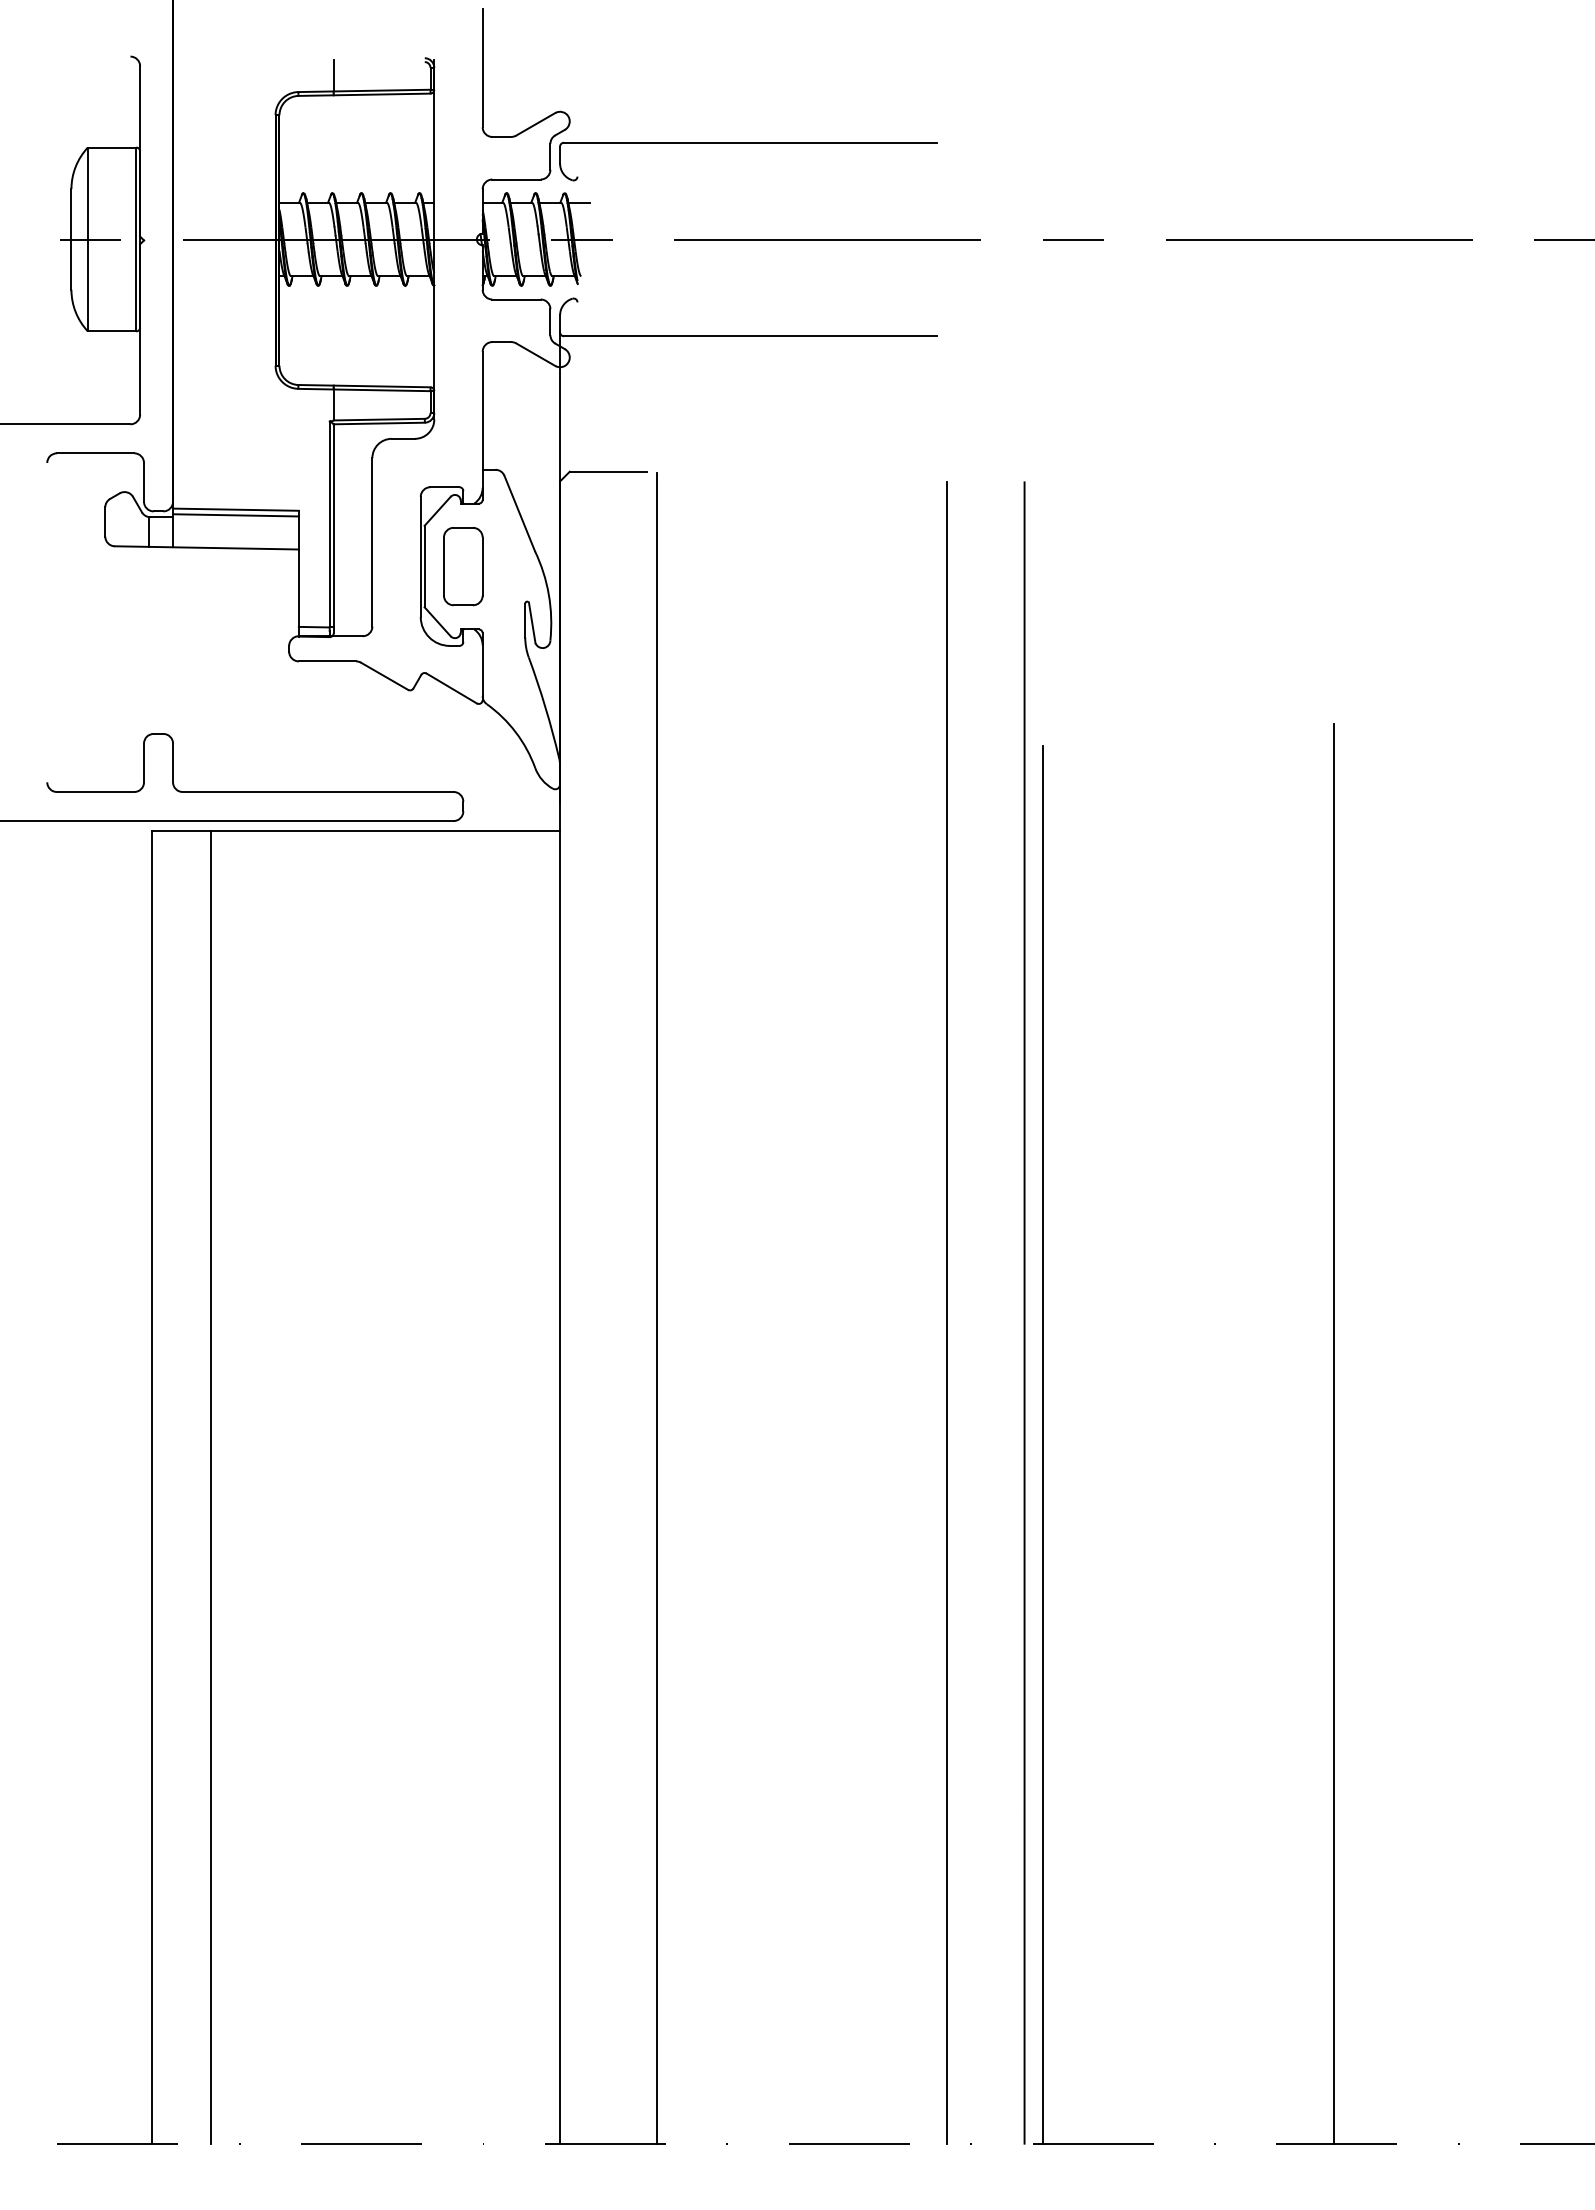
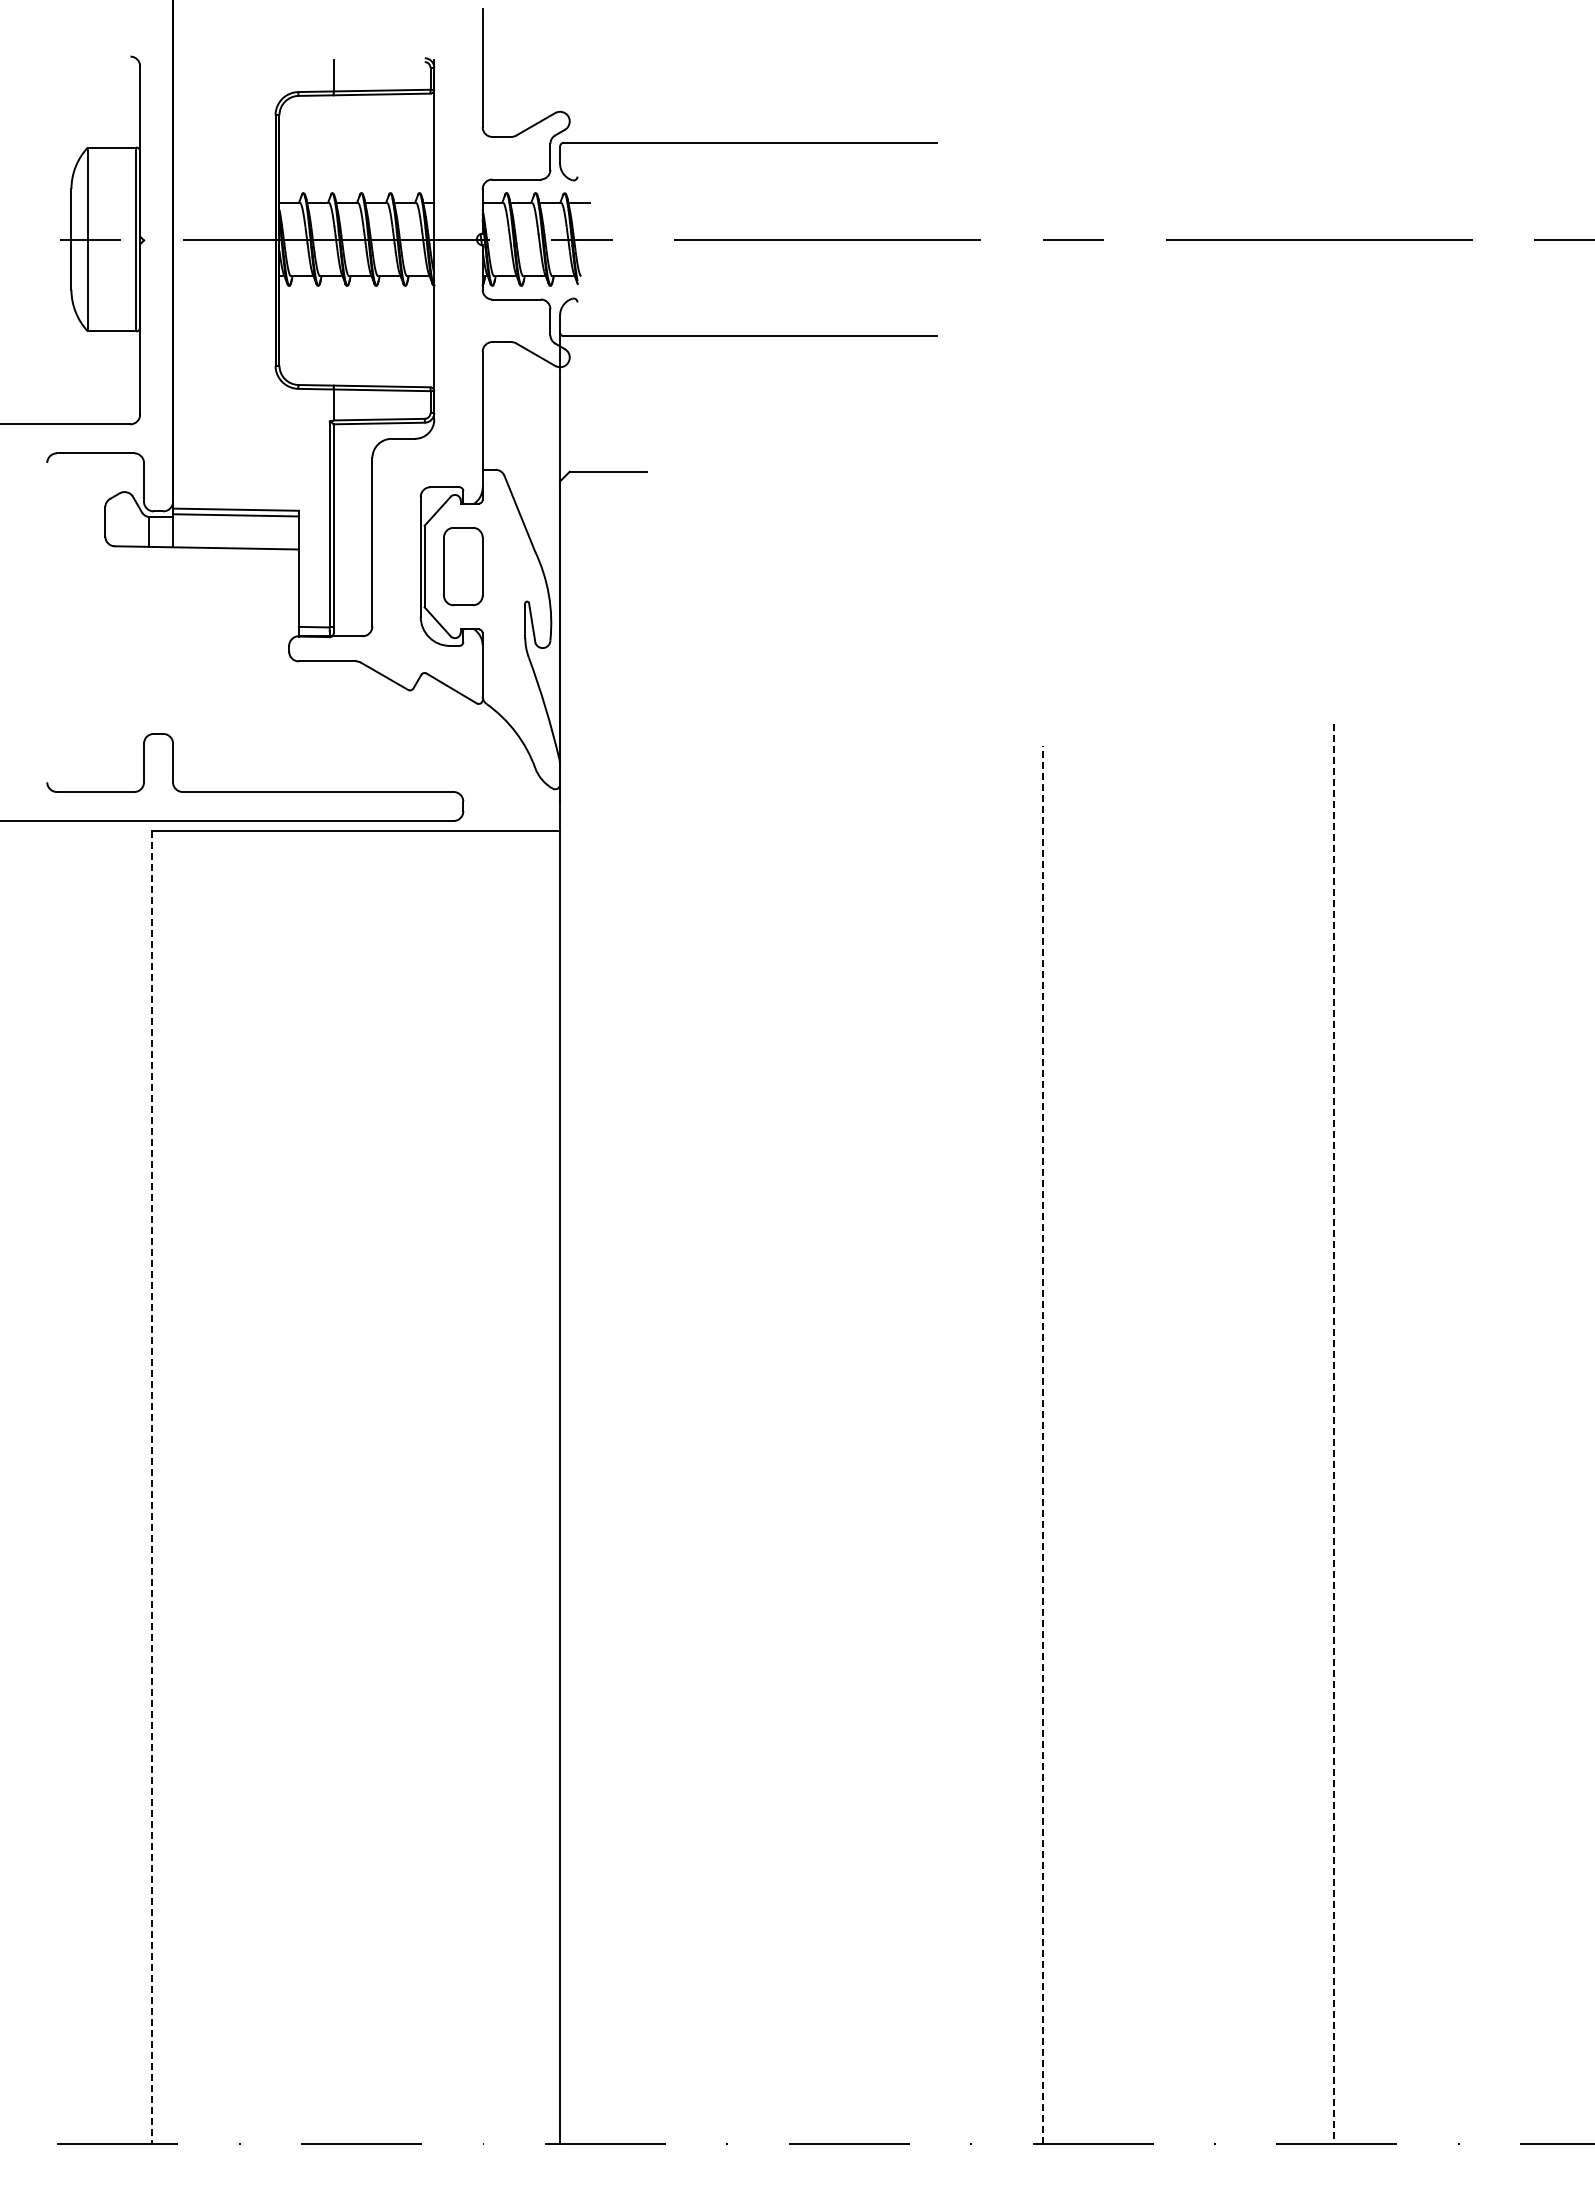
line at (656, 1307): present -> none
line at (947, 1312): present -> none
line at (1024, 1312): present -> none
line at (1334, 1433): solid -> dashed
line at (1043, 1444): solid -> dashed
line at (210, 1486): present -> none
line at (152, 1487): solid -> dashed
